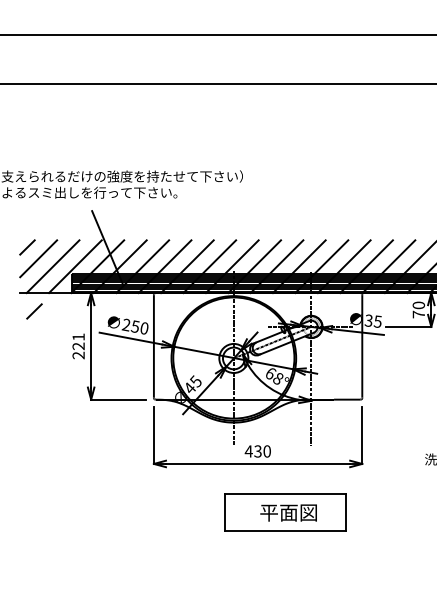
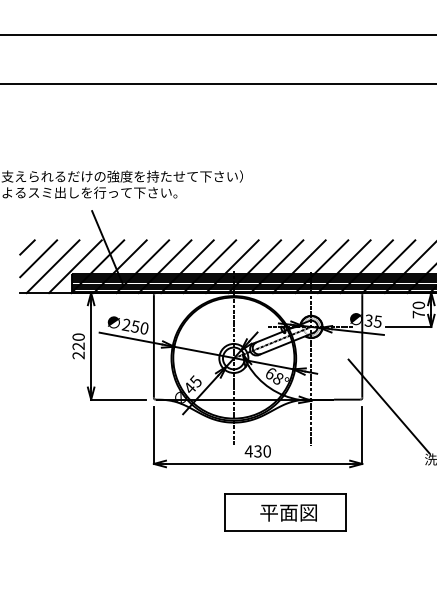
line at (34, 311): present -> none
text at (78, 336): 221 -> 220
line at (388, 406): none -> present
